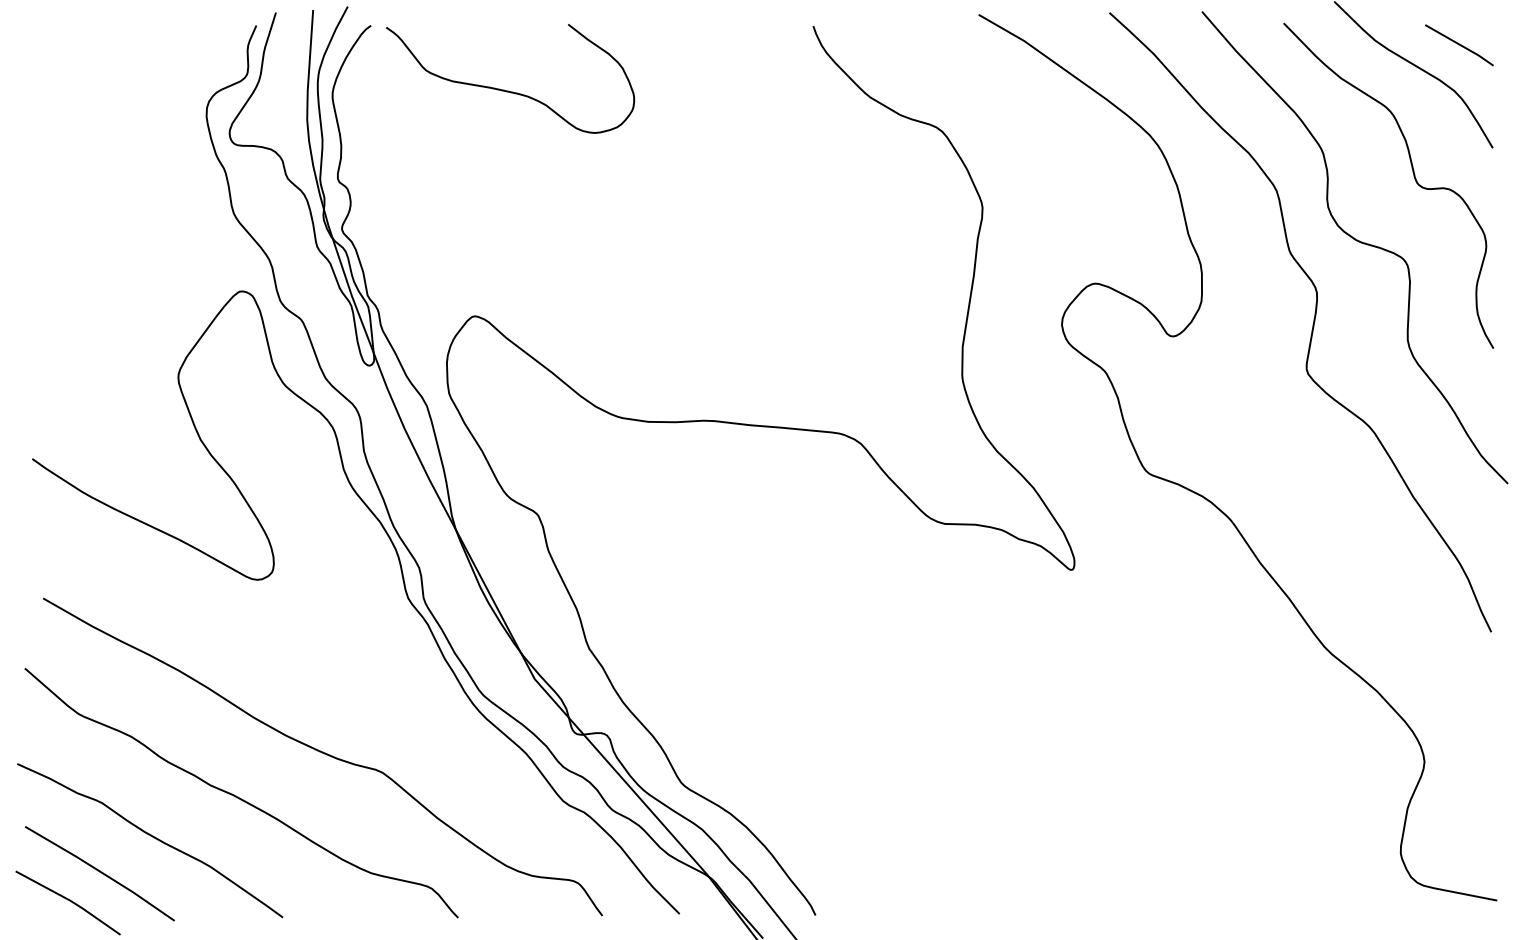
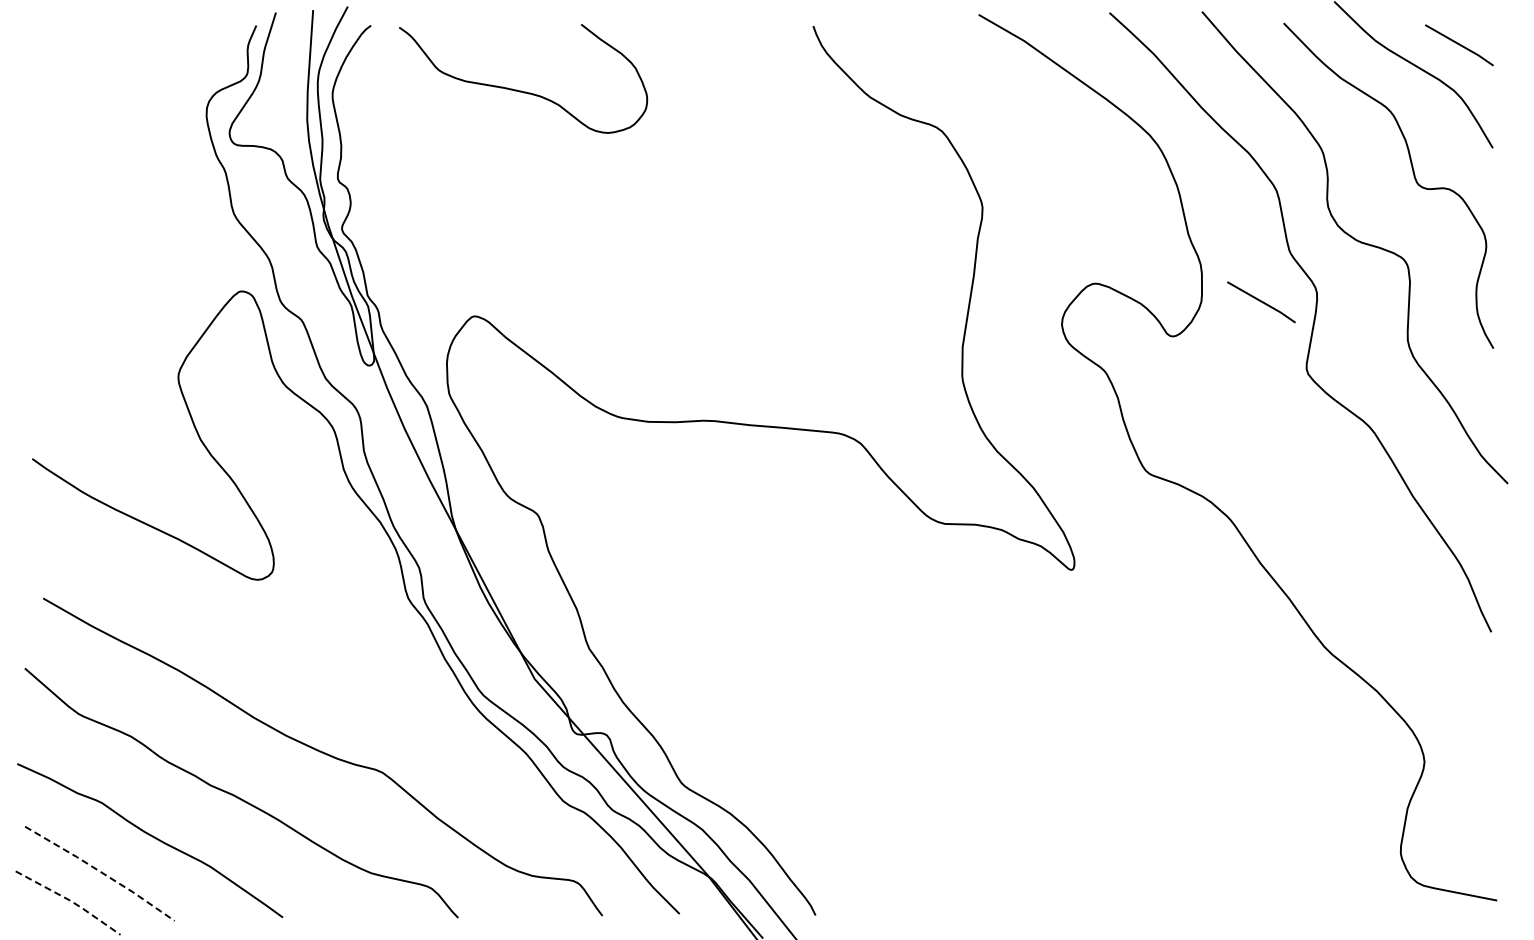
curve at (508, 90) position: (508, 90) -> (521, 90)
line at (1261, 302): none -> present
line at (101, 872): solid -> dashed
line at (69, 900): solid -> dashed
